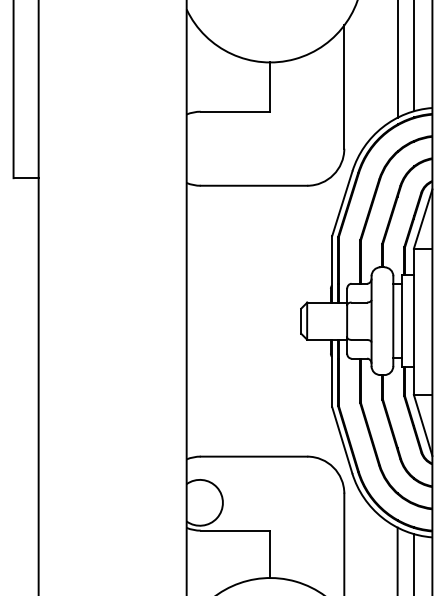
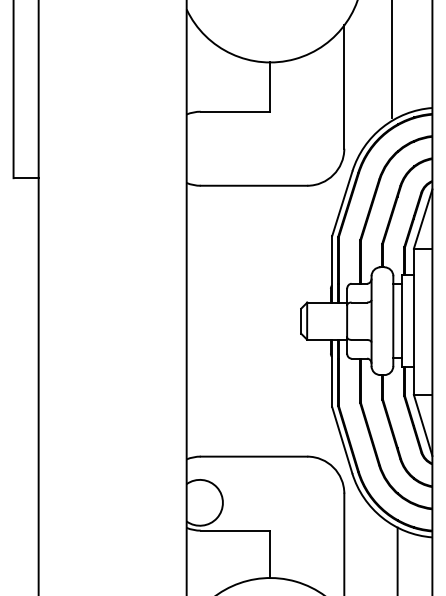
line at (413, 56): present -> none
line at (397, 59) position: (397, 59) -> (391, 59)
line at (413, 563): present -> none
